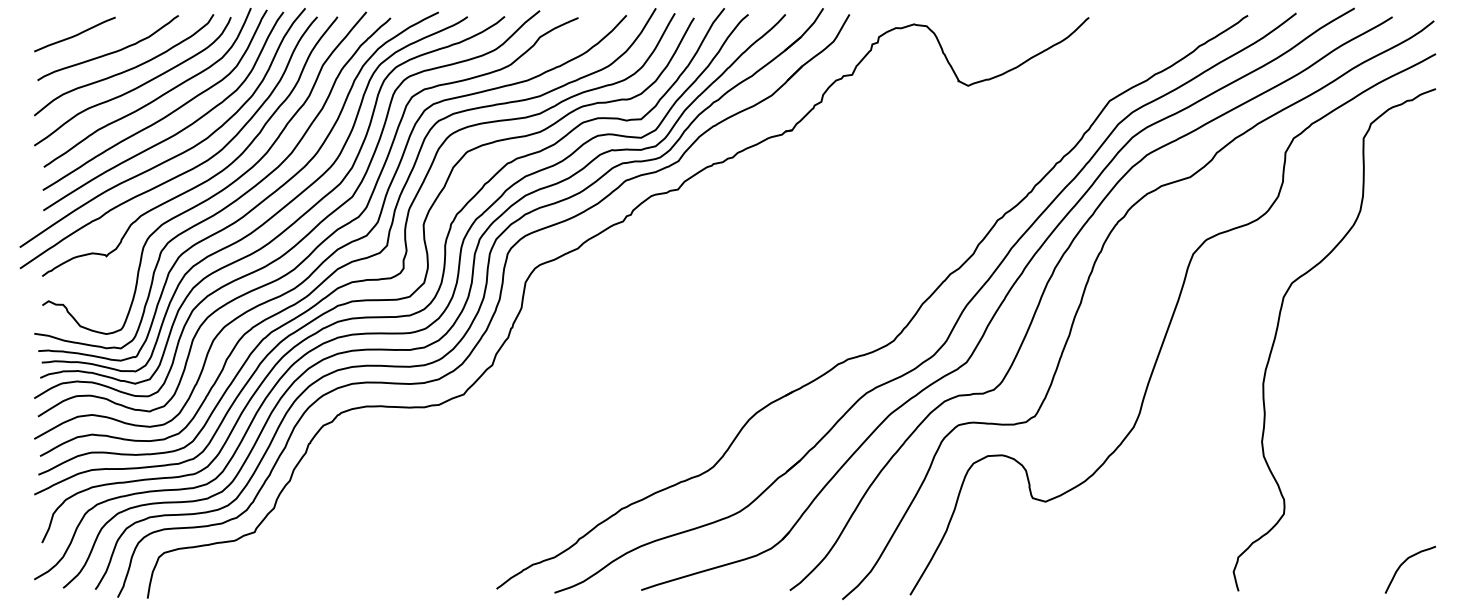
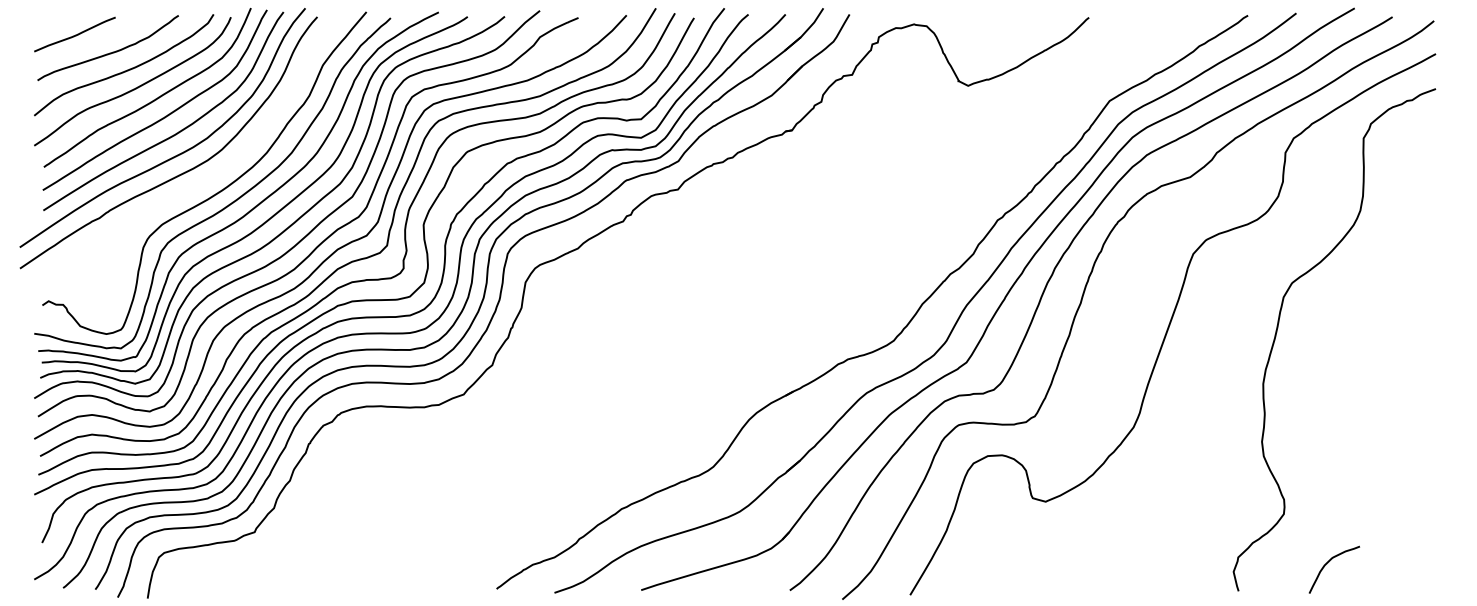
curve at (211, 176): present -> none
curve at (1404, 563) position: (1404, 563) -> (1328, 563)
